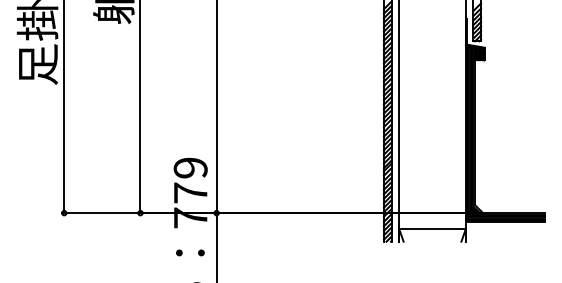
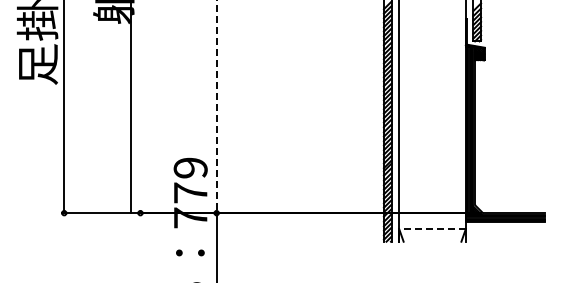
line at (140, 107) position: (140, 107) -> (131, 107)
line at (216, 107): solid -> dashed
line at (432, 229): solid -> dashed
